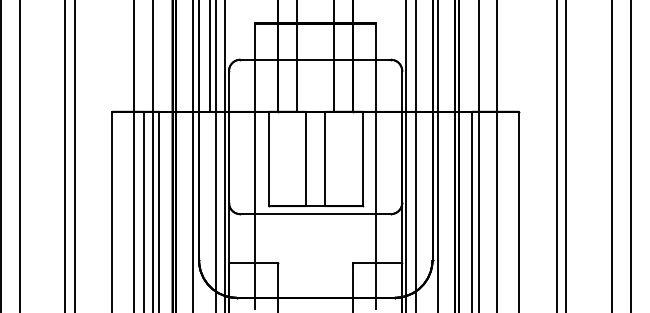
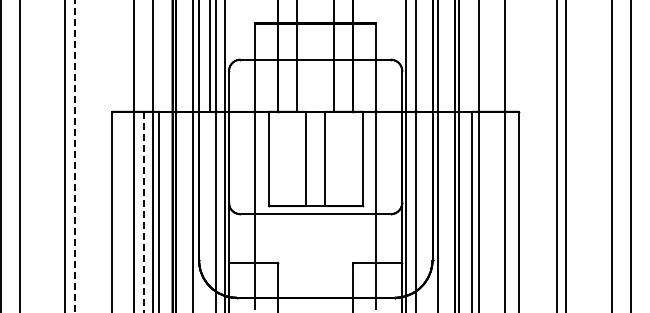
line at (497, 155) position: (497, 155) -> (505, 155)
line at (74, 156): solid -> dashed
line at (144, 212): solid -> dashed
